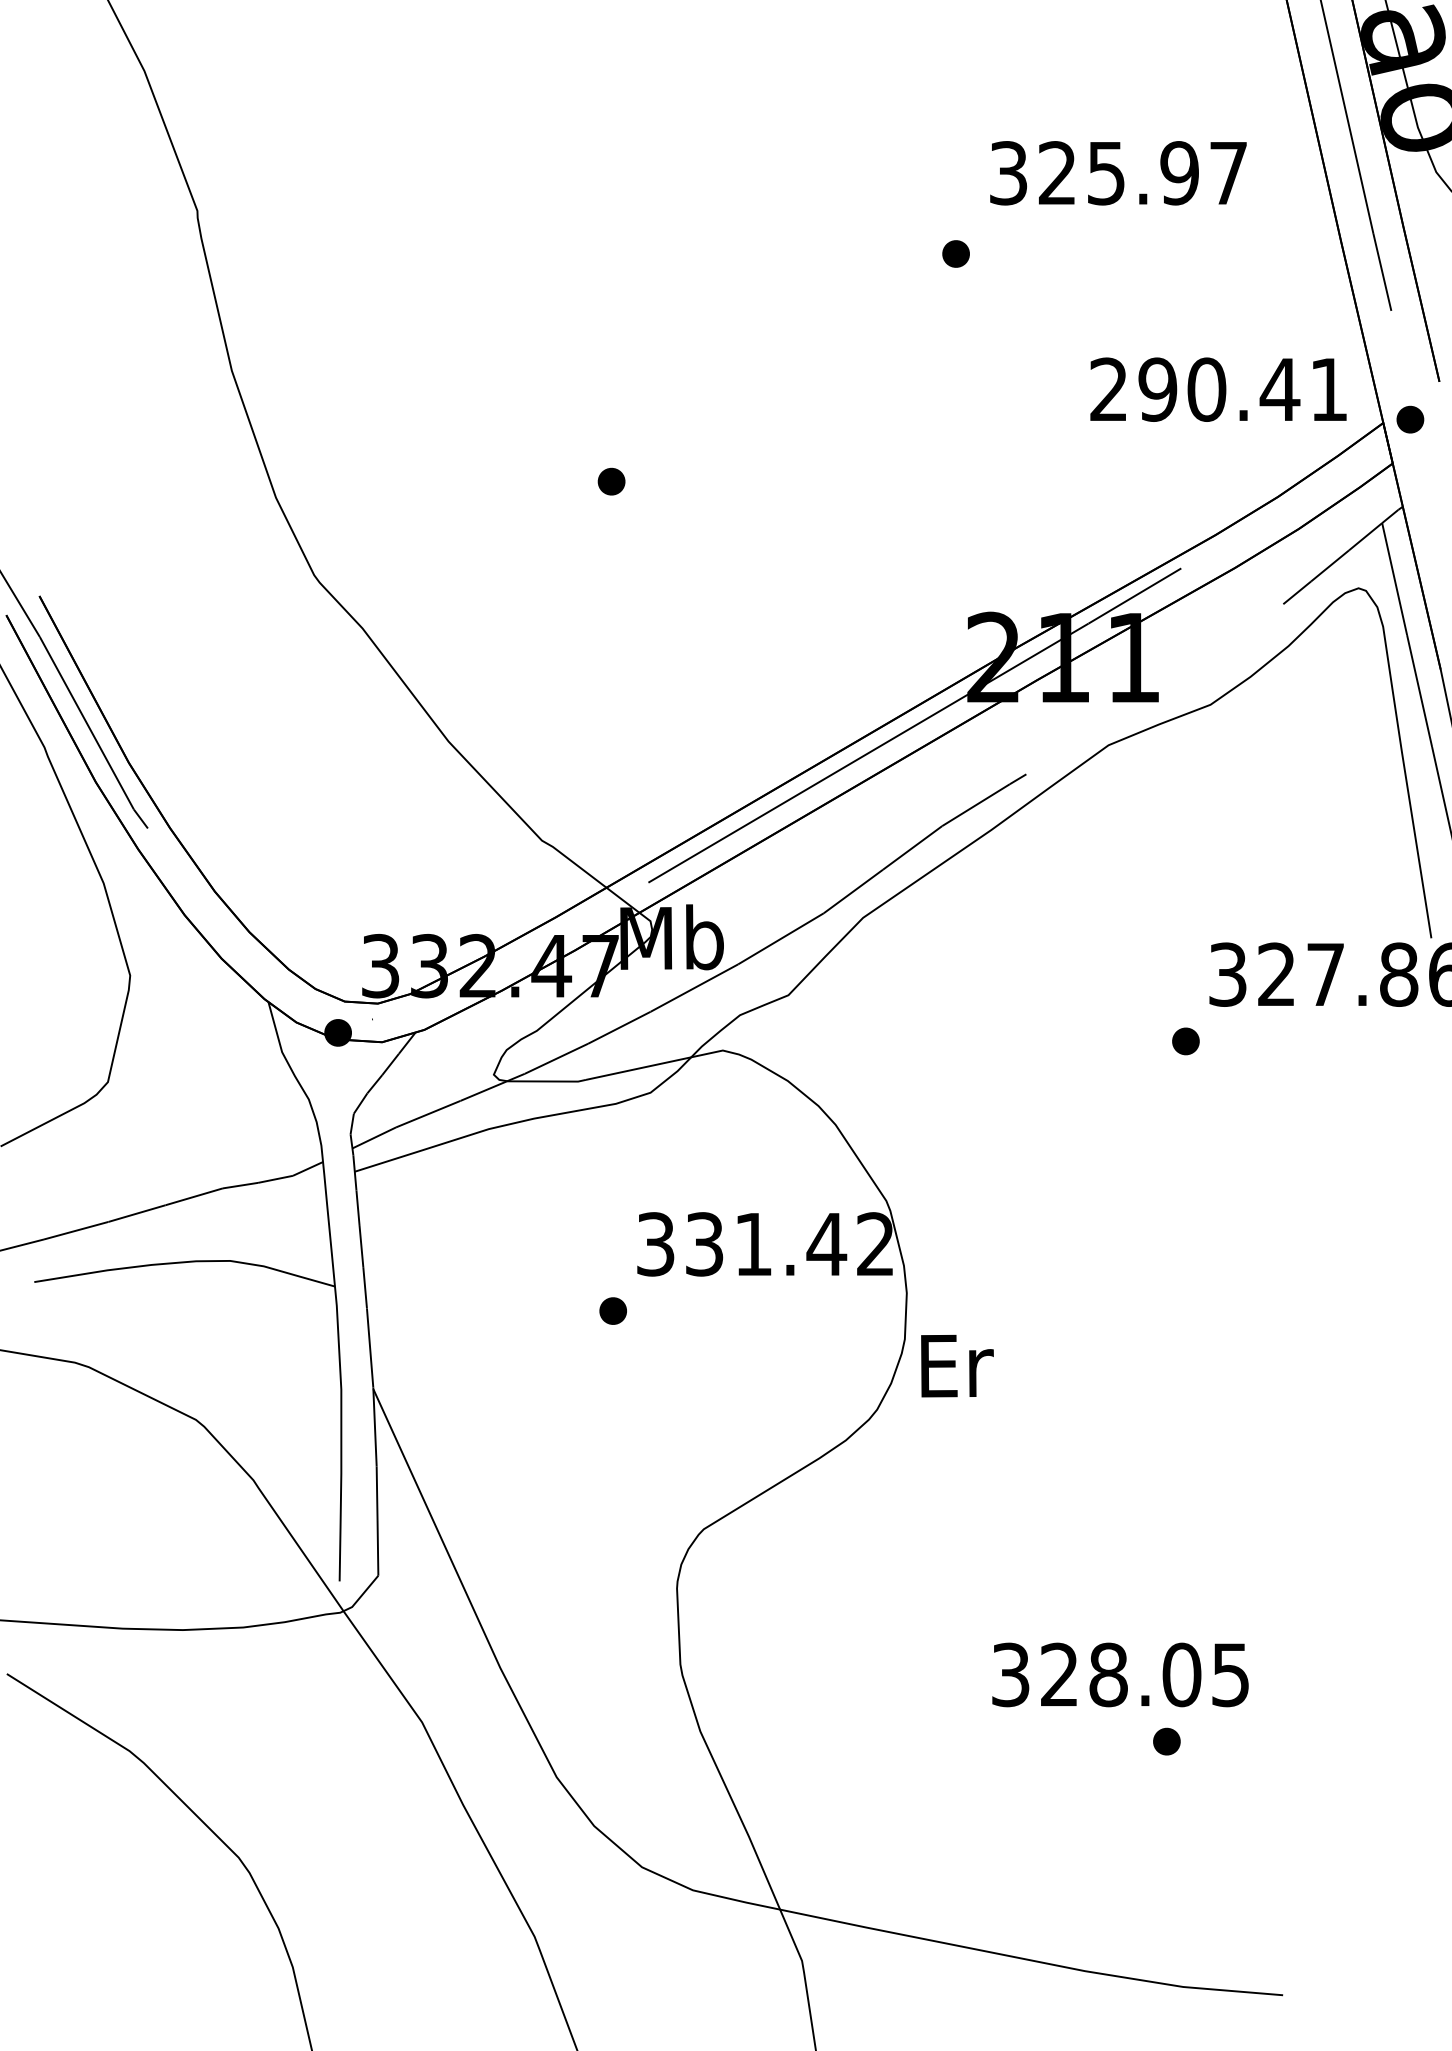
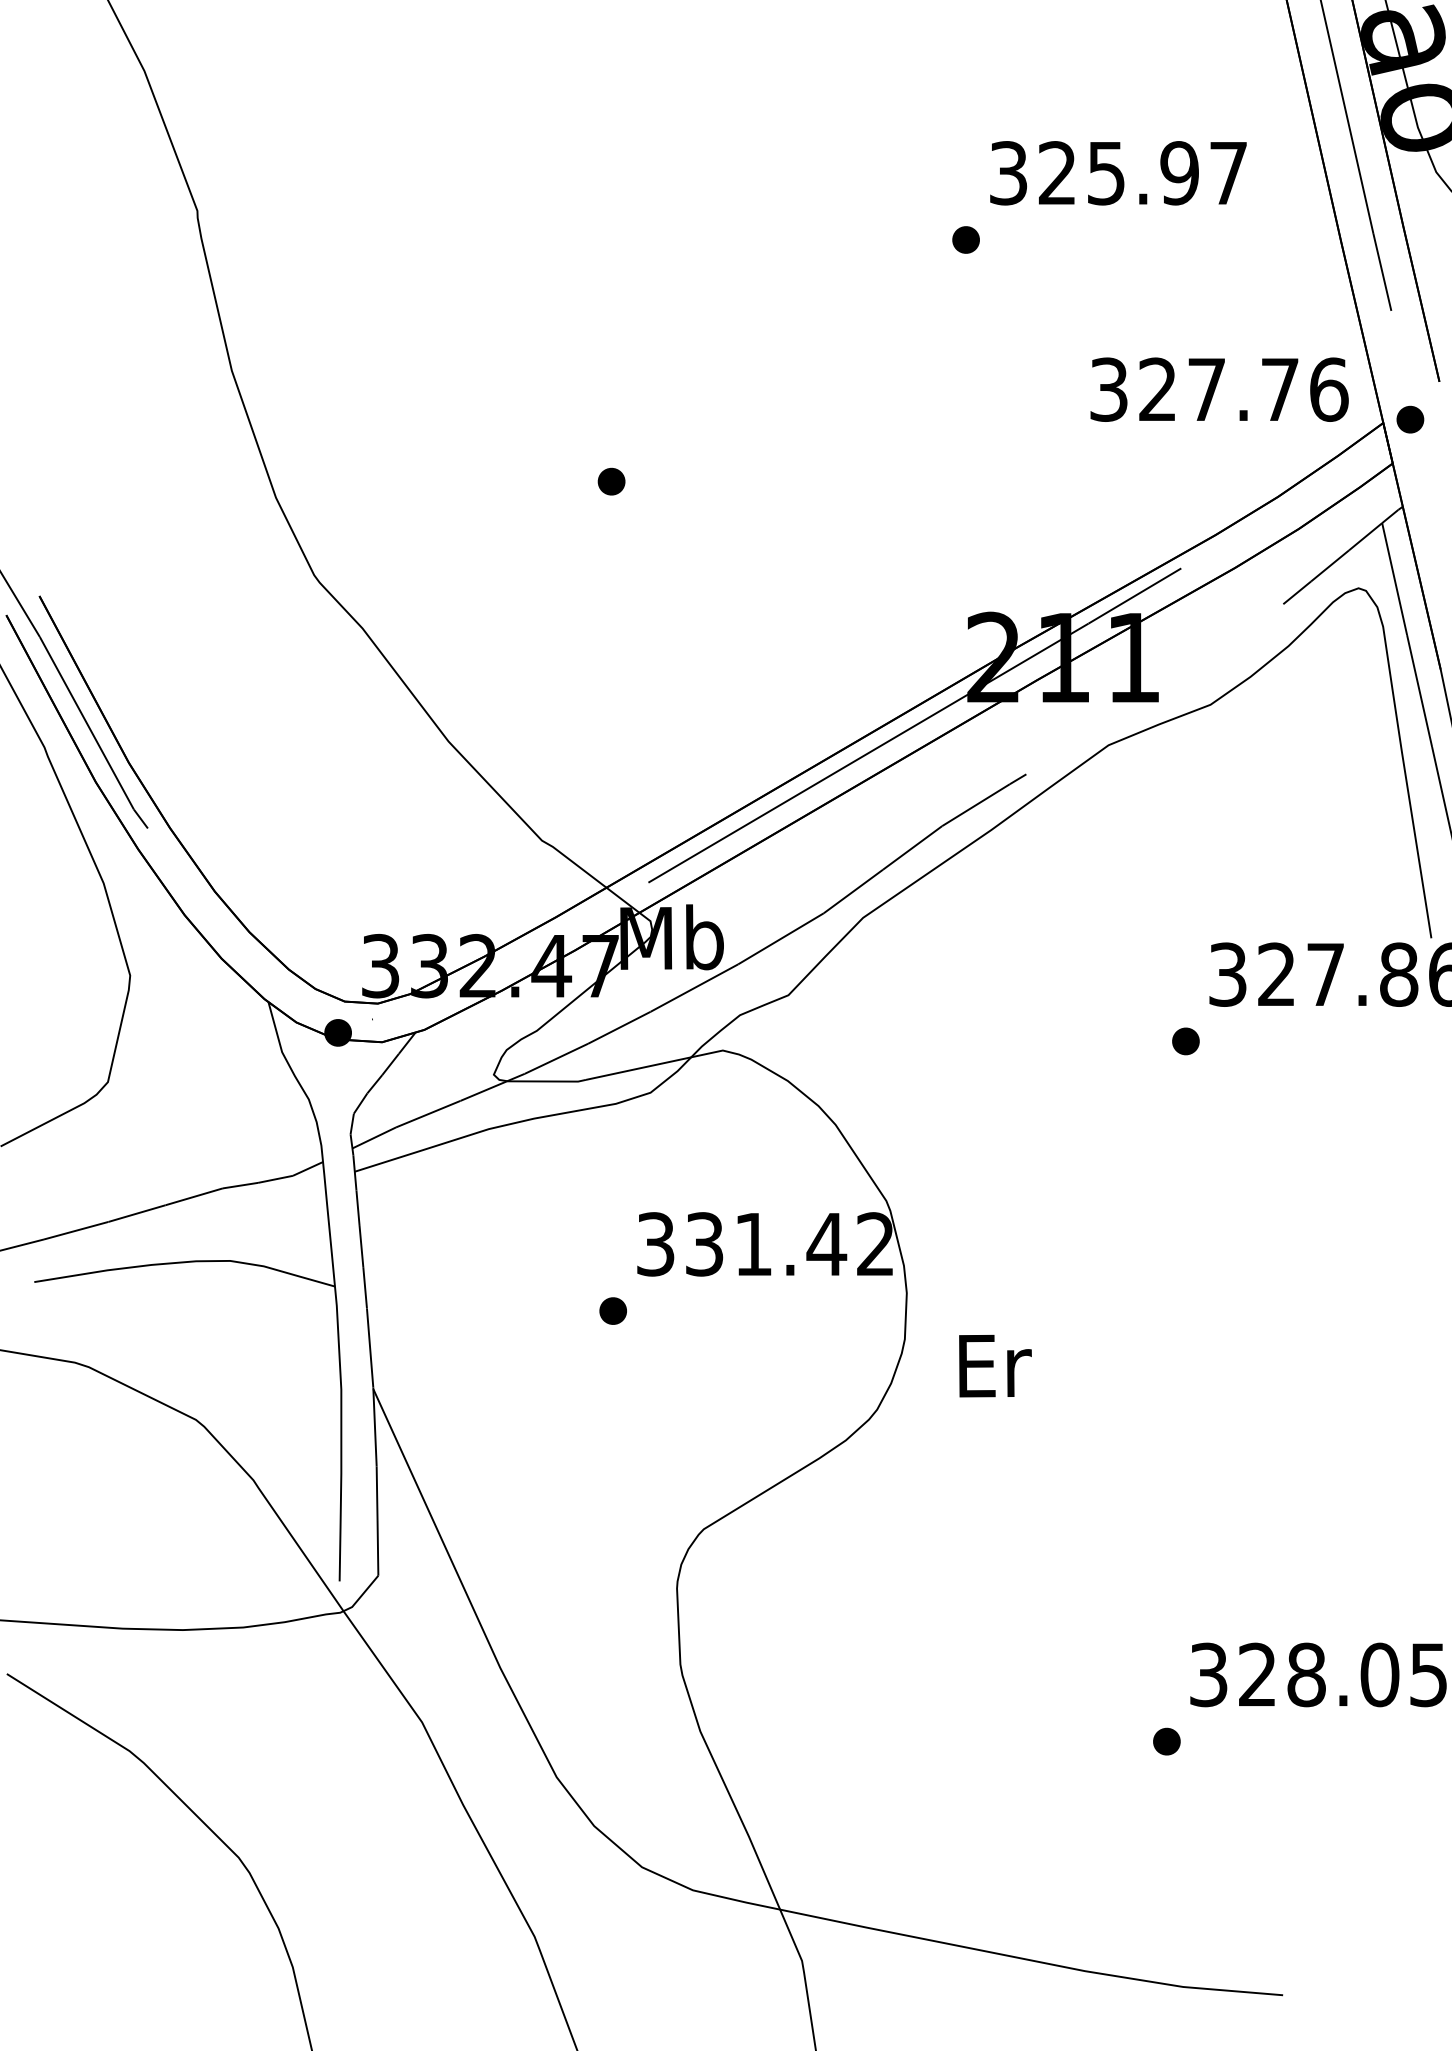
part at (955, 253) position: (955, 253) -> (965, 239)
text at (1219, 389): 290.41 -> 327.76
text at (957, 1365) position: (957, 1365) -> (995, 1365)
text at (1120, 1674) position: (1120, 1674) -> (1318, 1674)
